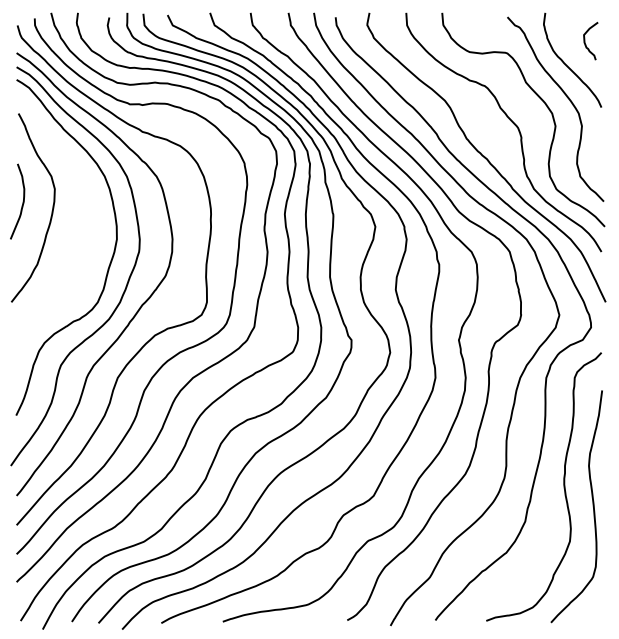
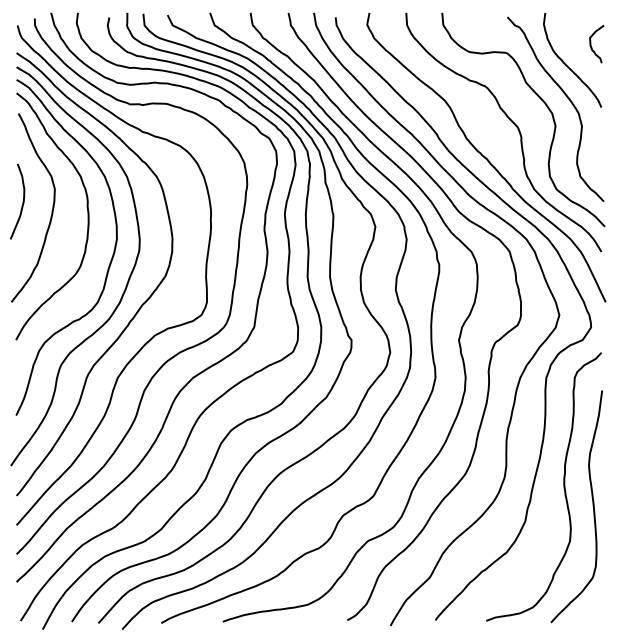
curve at (585, 41) position: (585, 41) -> (591, 44)
curve at (87, 216): none -> present
